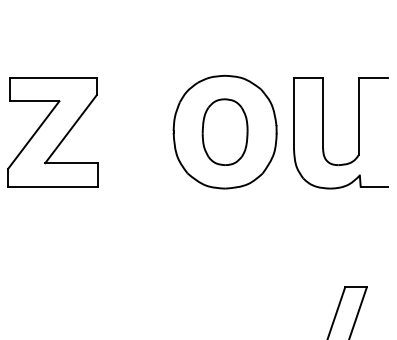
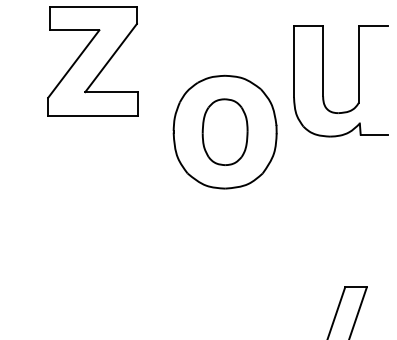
part at (52, 132) position: (52, 132) -> (92, 61)
part at (323, 133) position: (323, 133) -> (323, 81)
